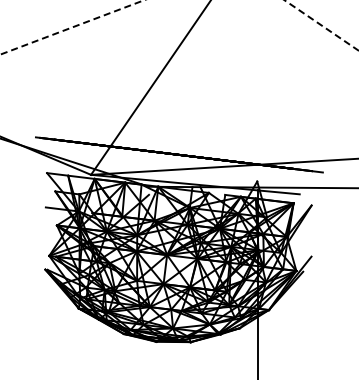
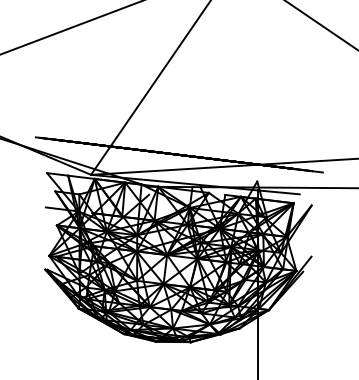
line at (321, 25): dashed -> solid
line at (72, 27): dashed -> solid
